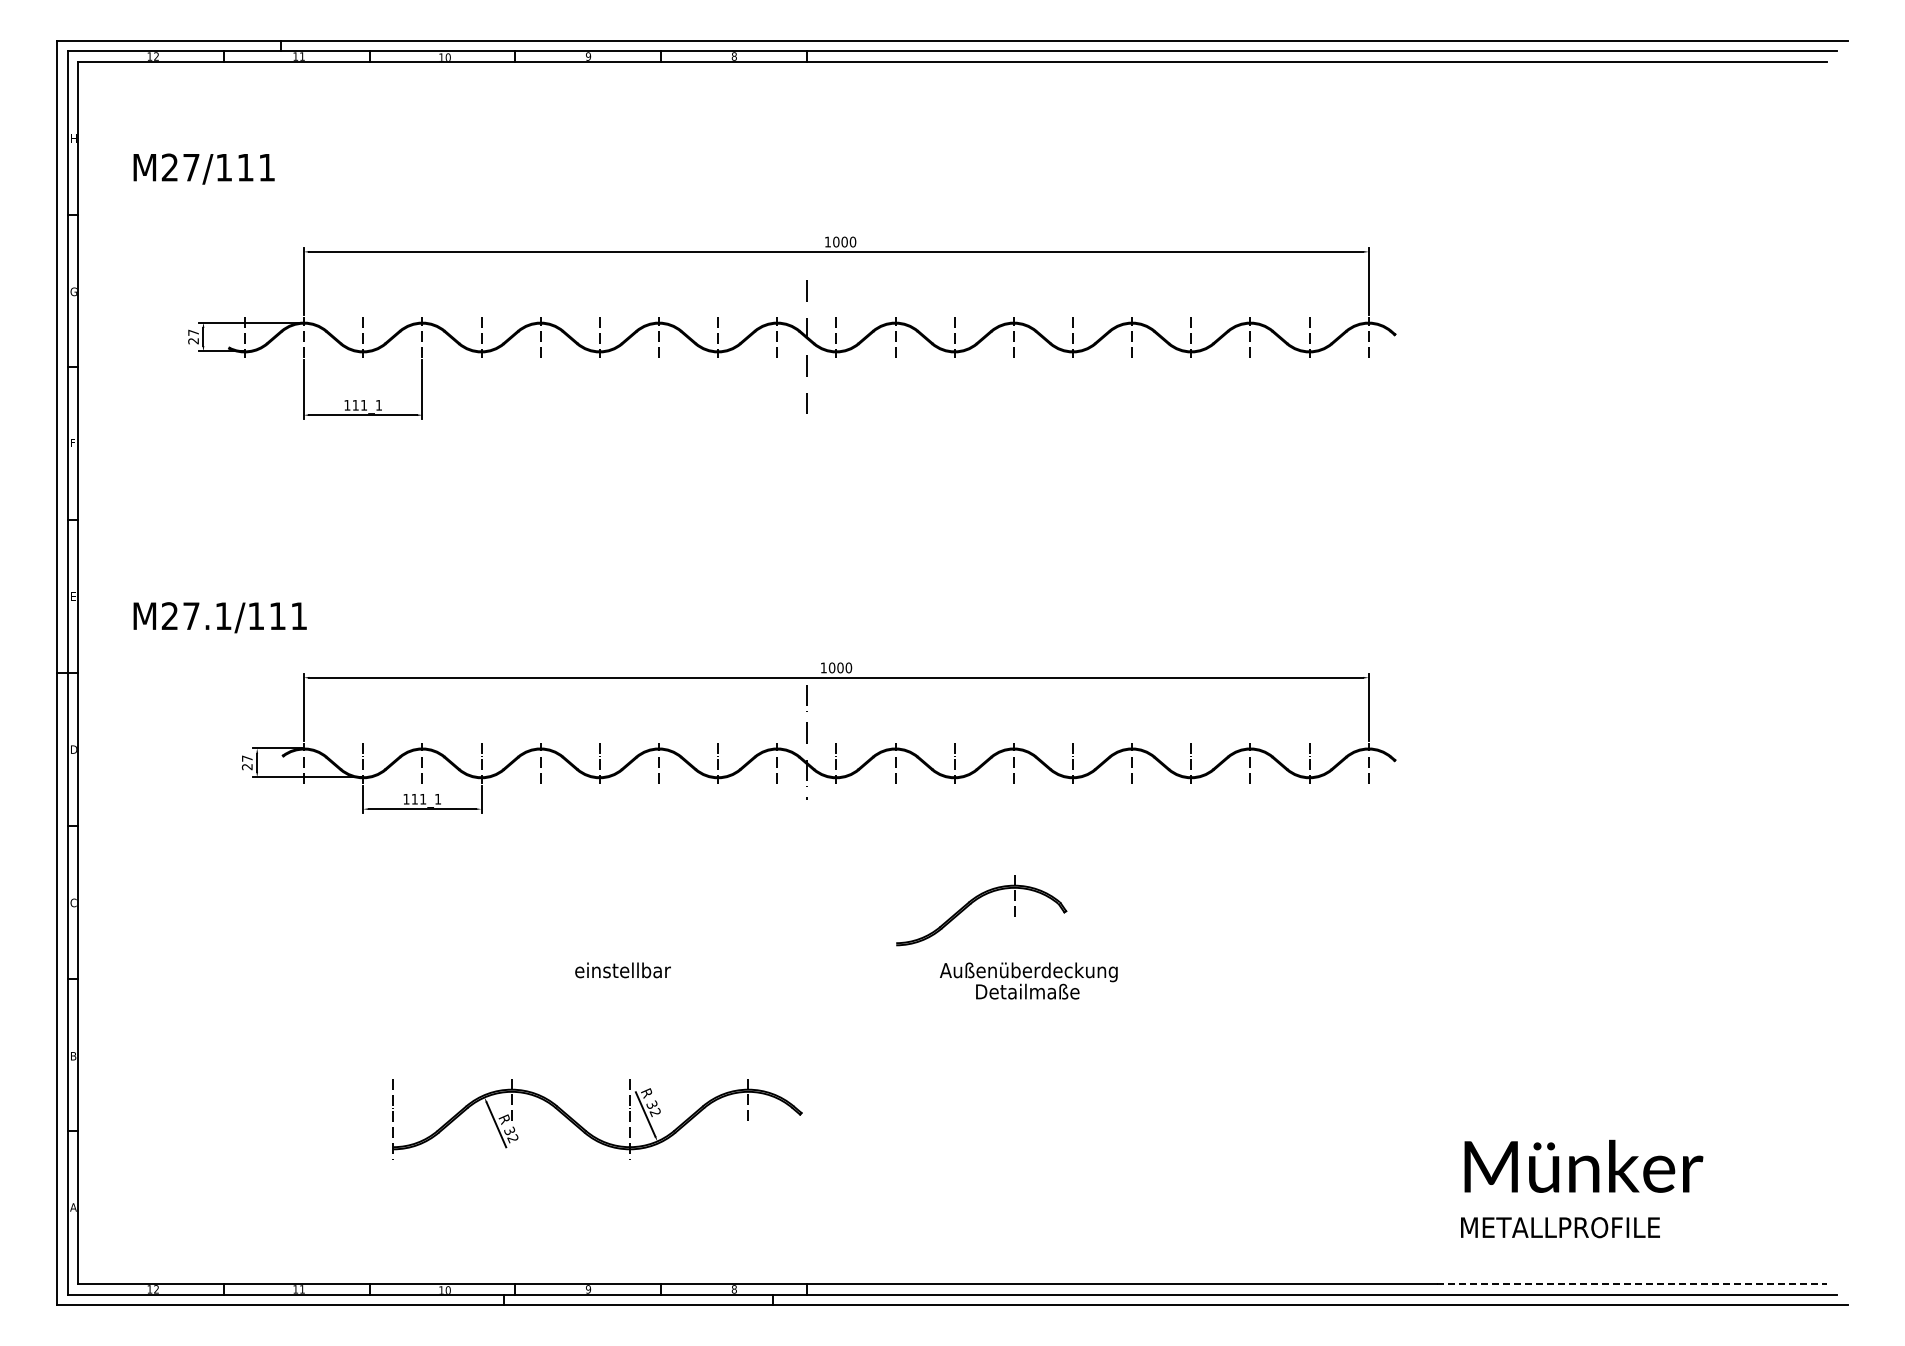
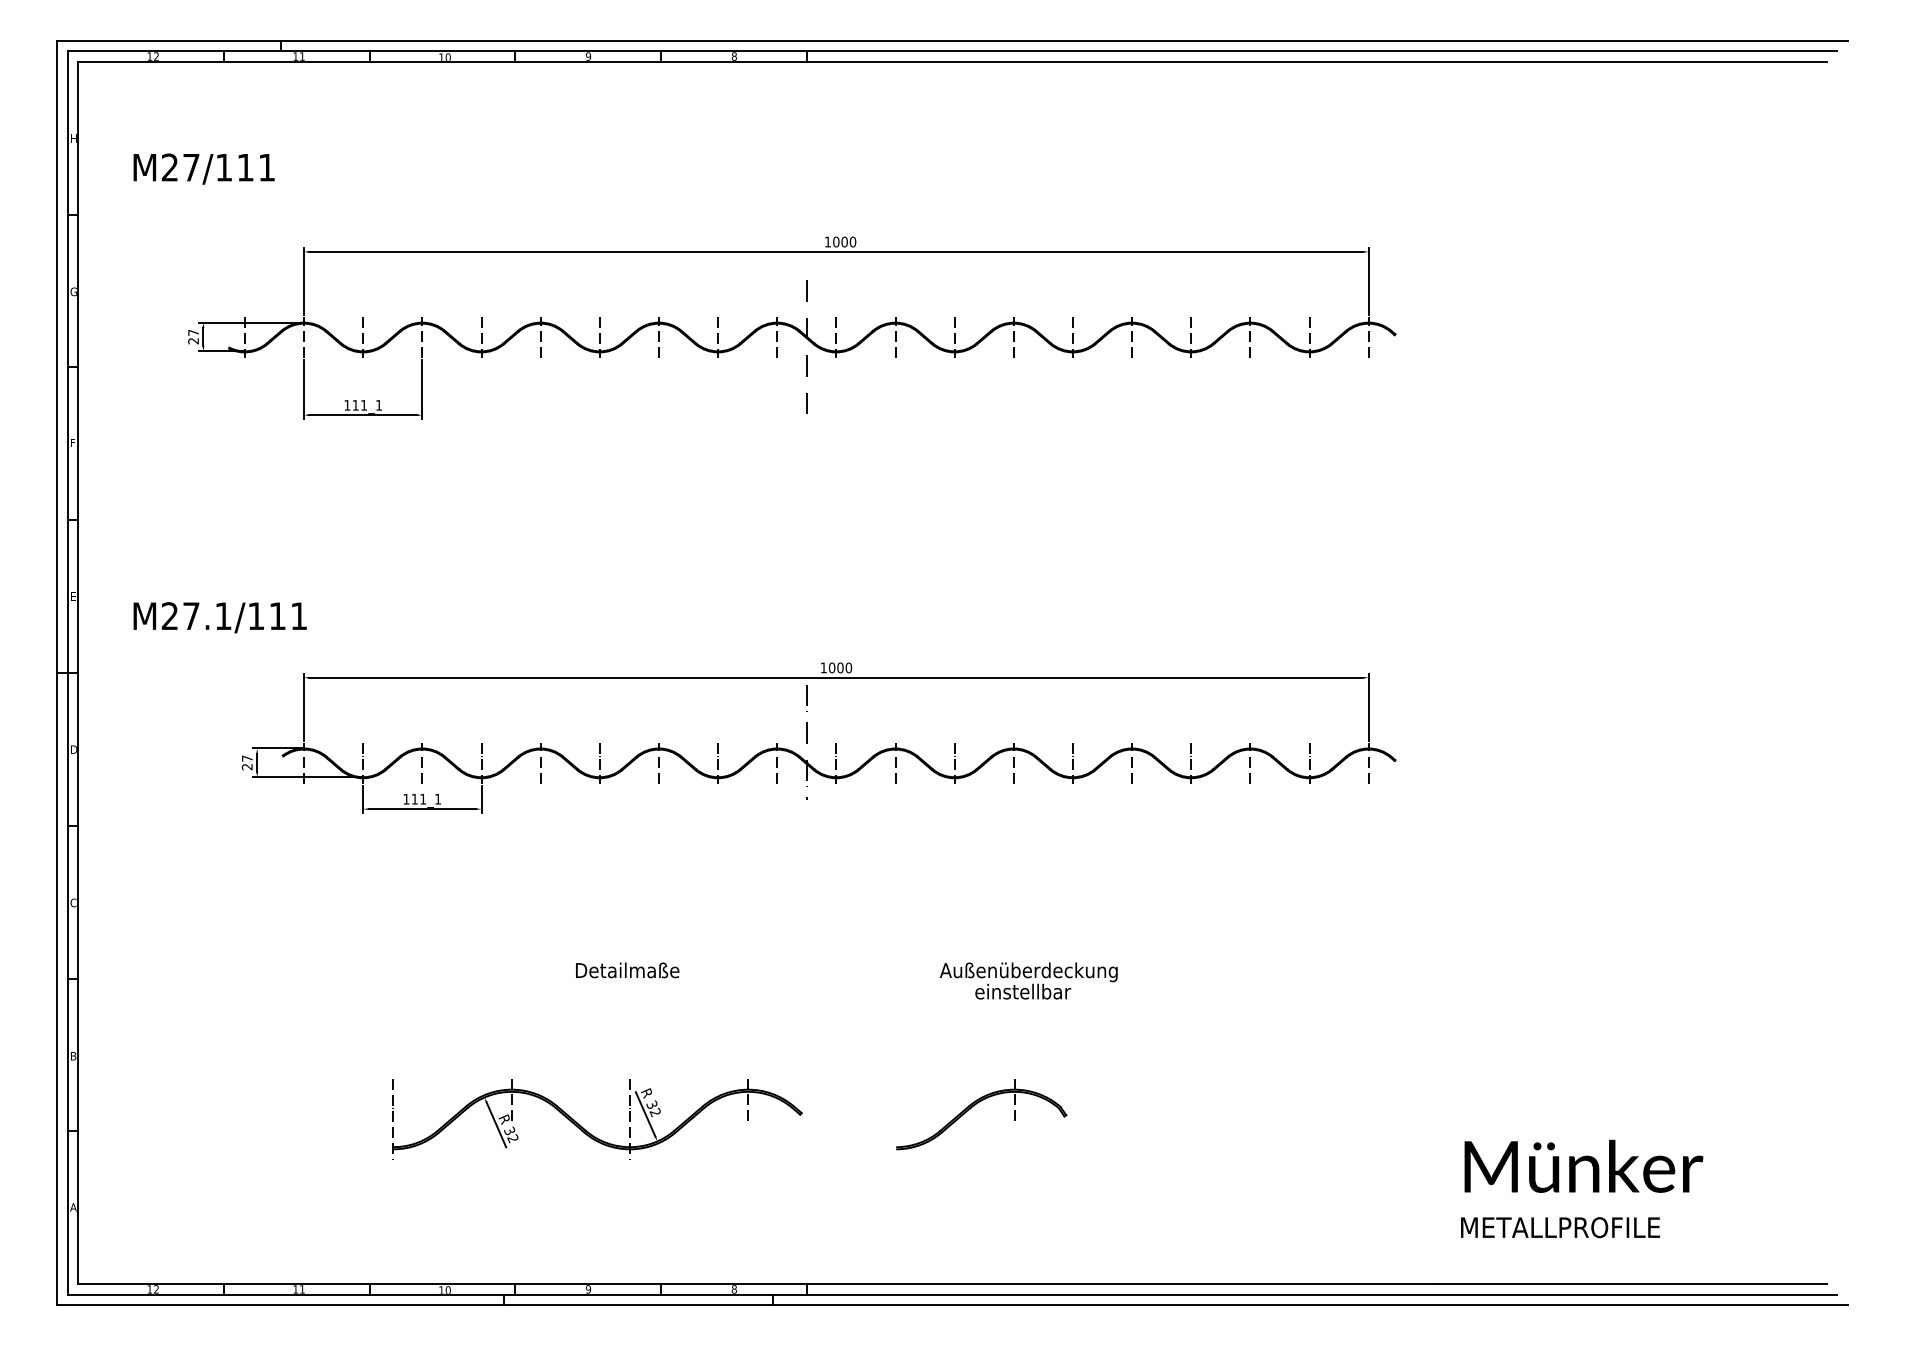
part at (975, 901) position: (975, 901) -> (975, 1105)
text at (627, 970): einstellbar -> Detailmaße
text at (1027, 991): Detailmaße -> einstellbar
line at (1631, 1284): dashed -> solid
